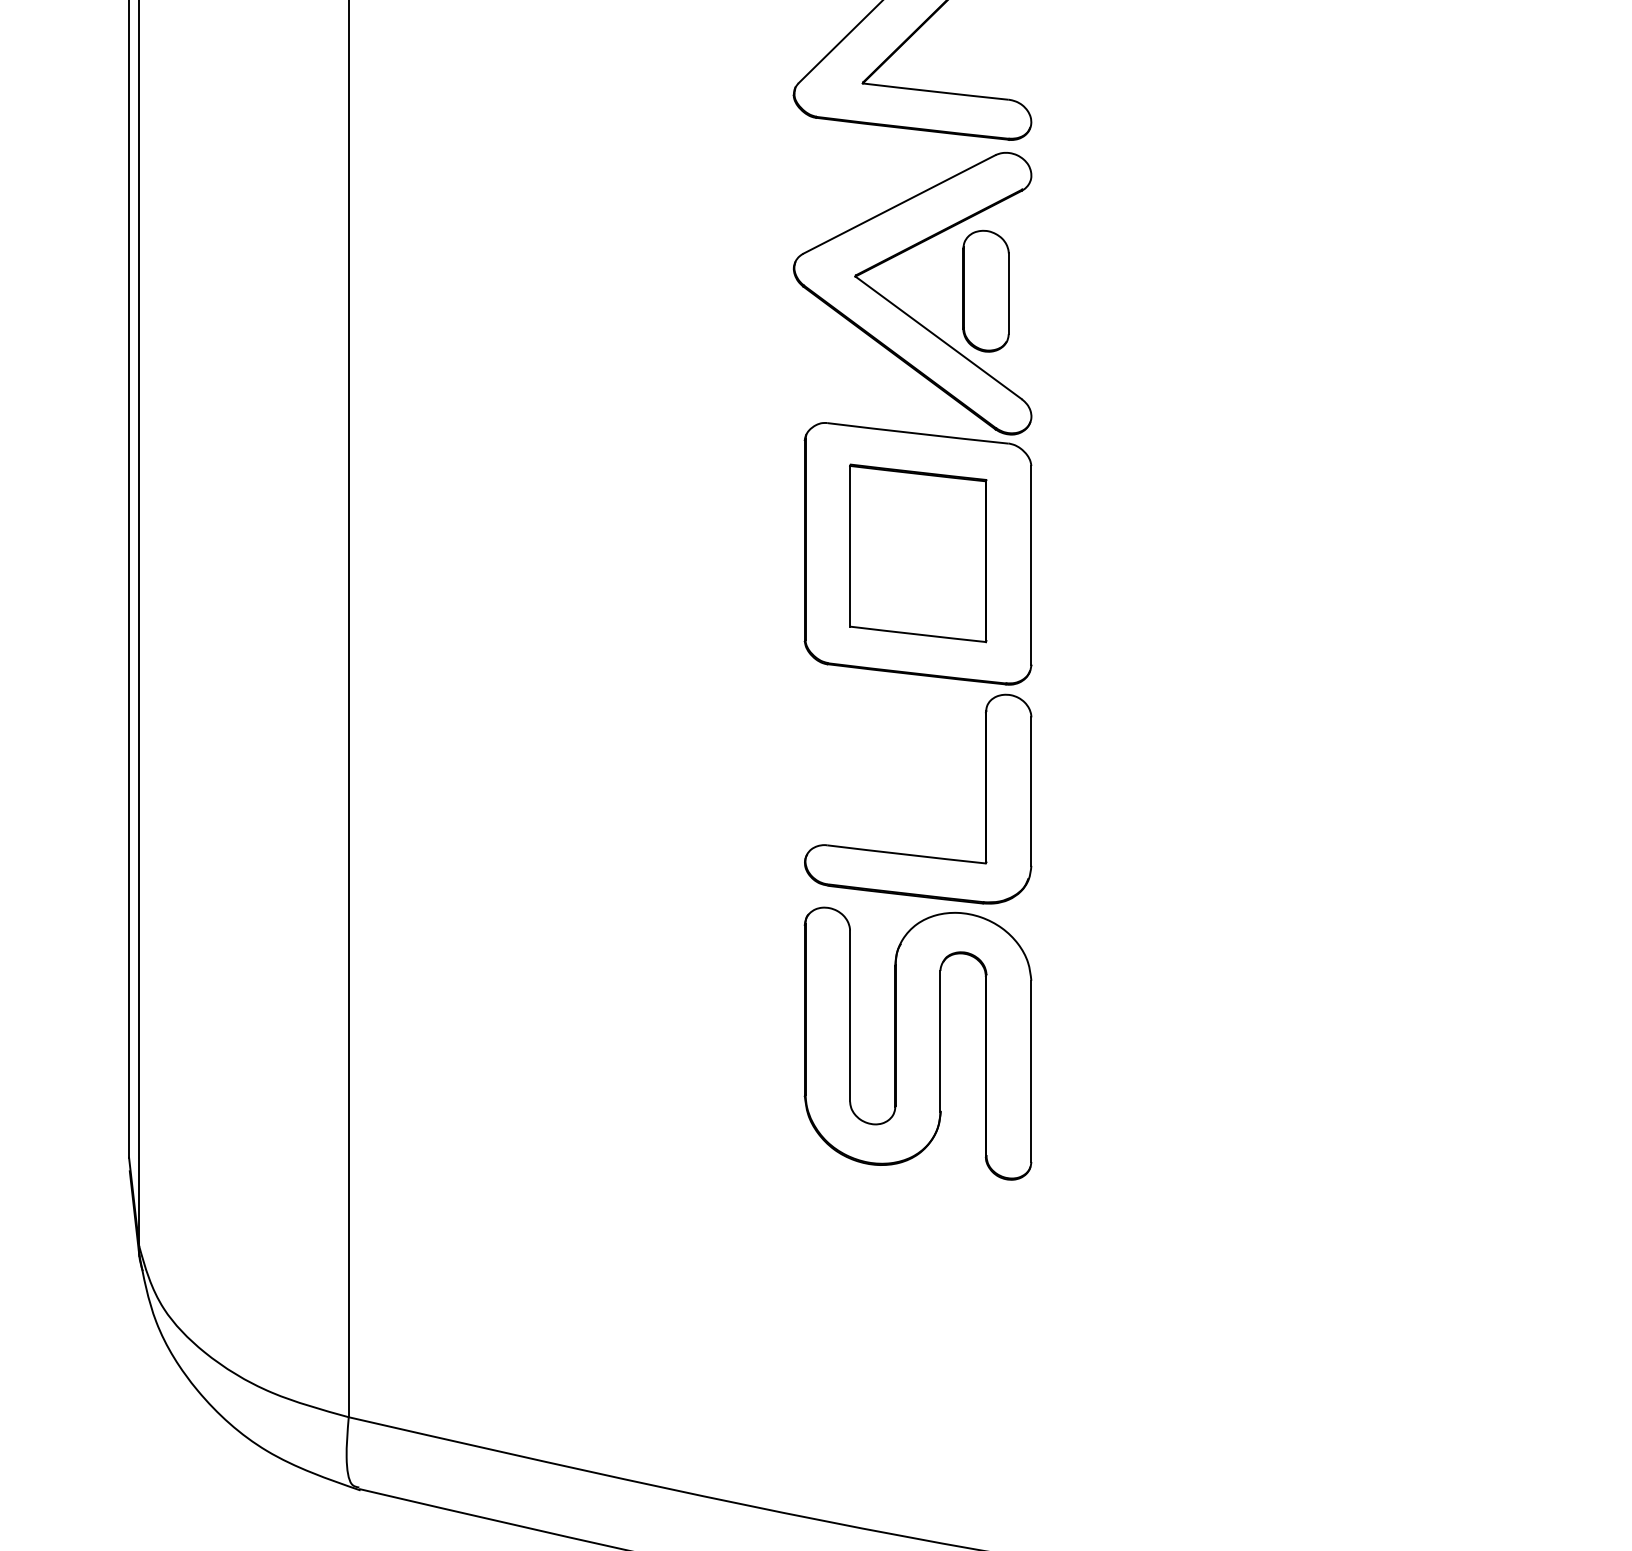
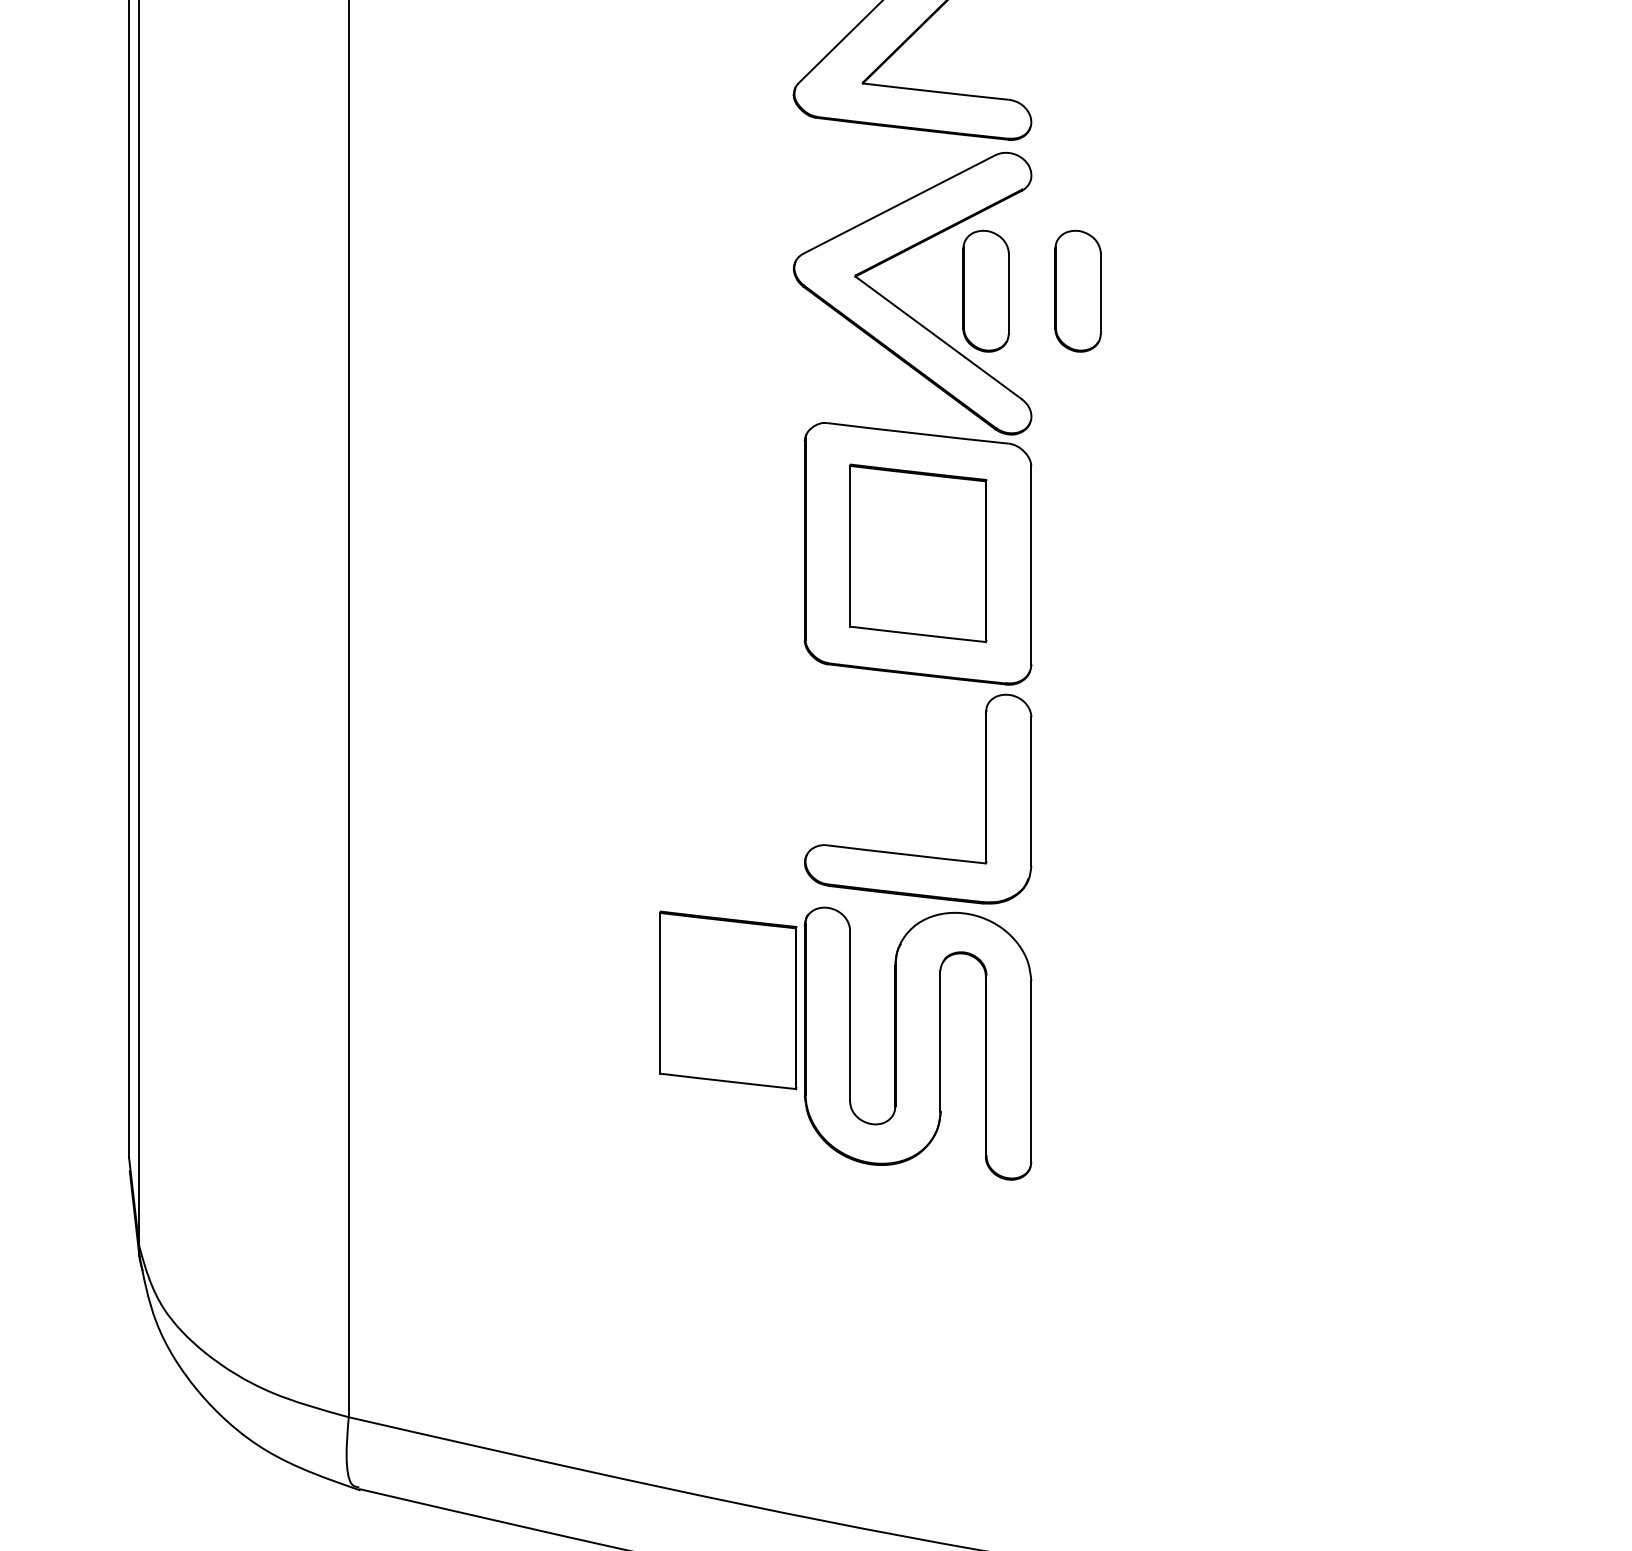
part at (1077, 290): none -> present
part at (728, 1000): none -> present
